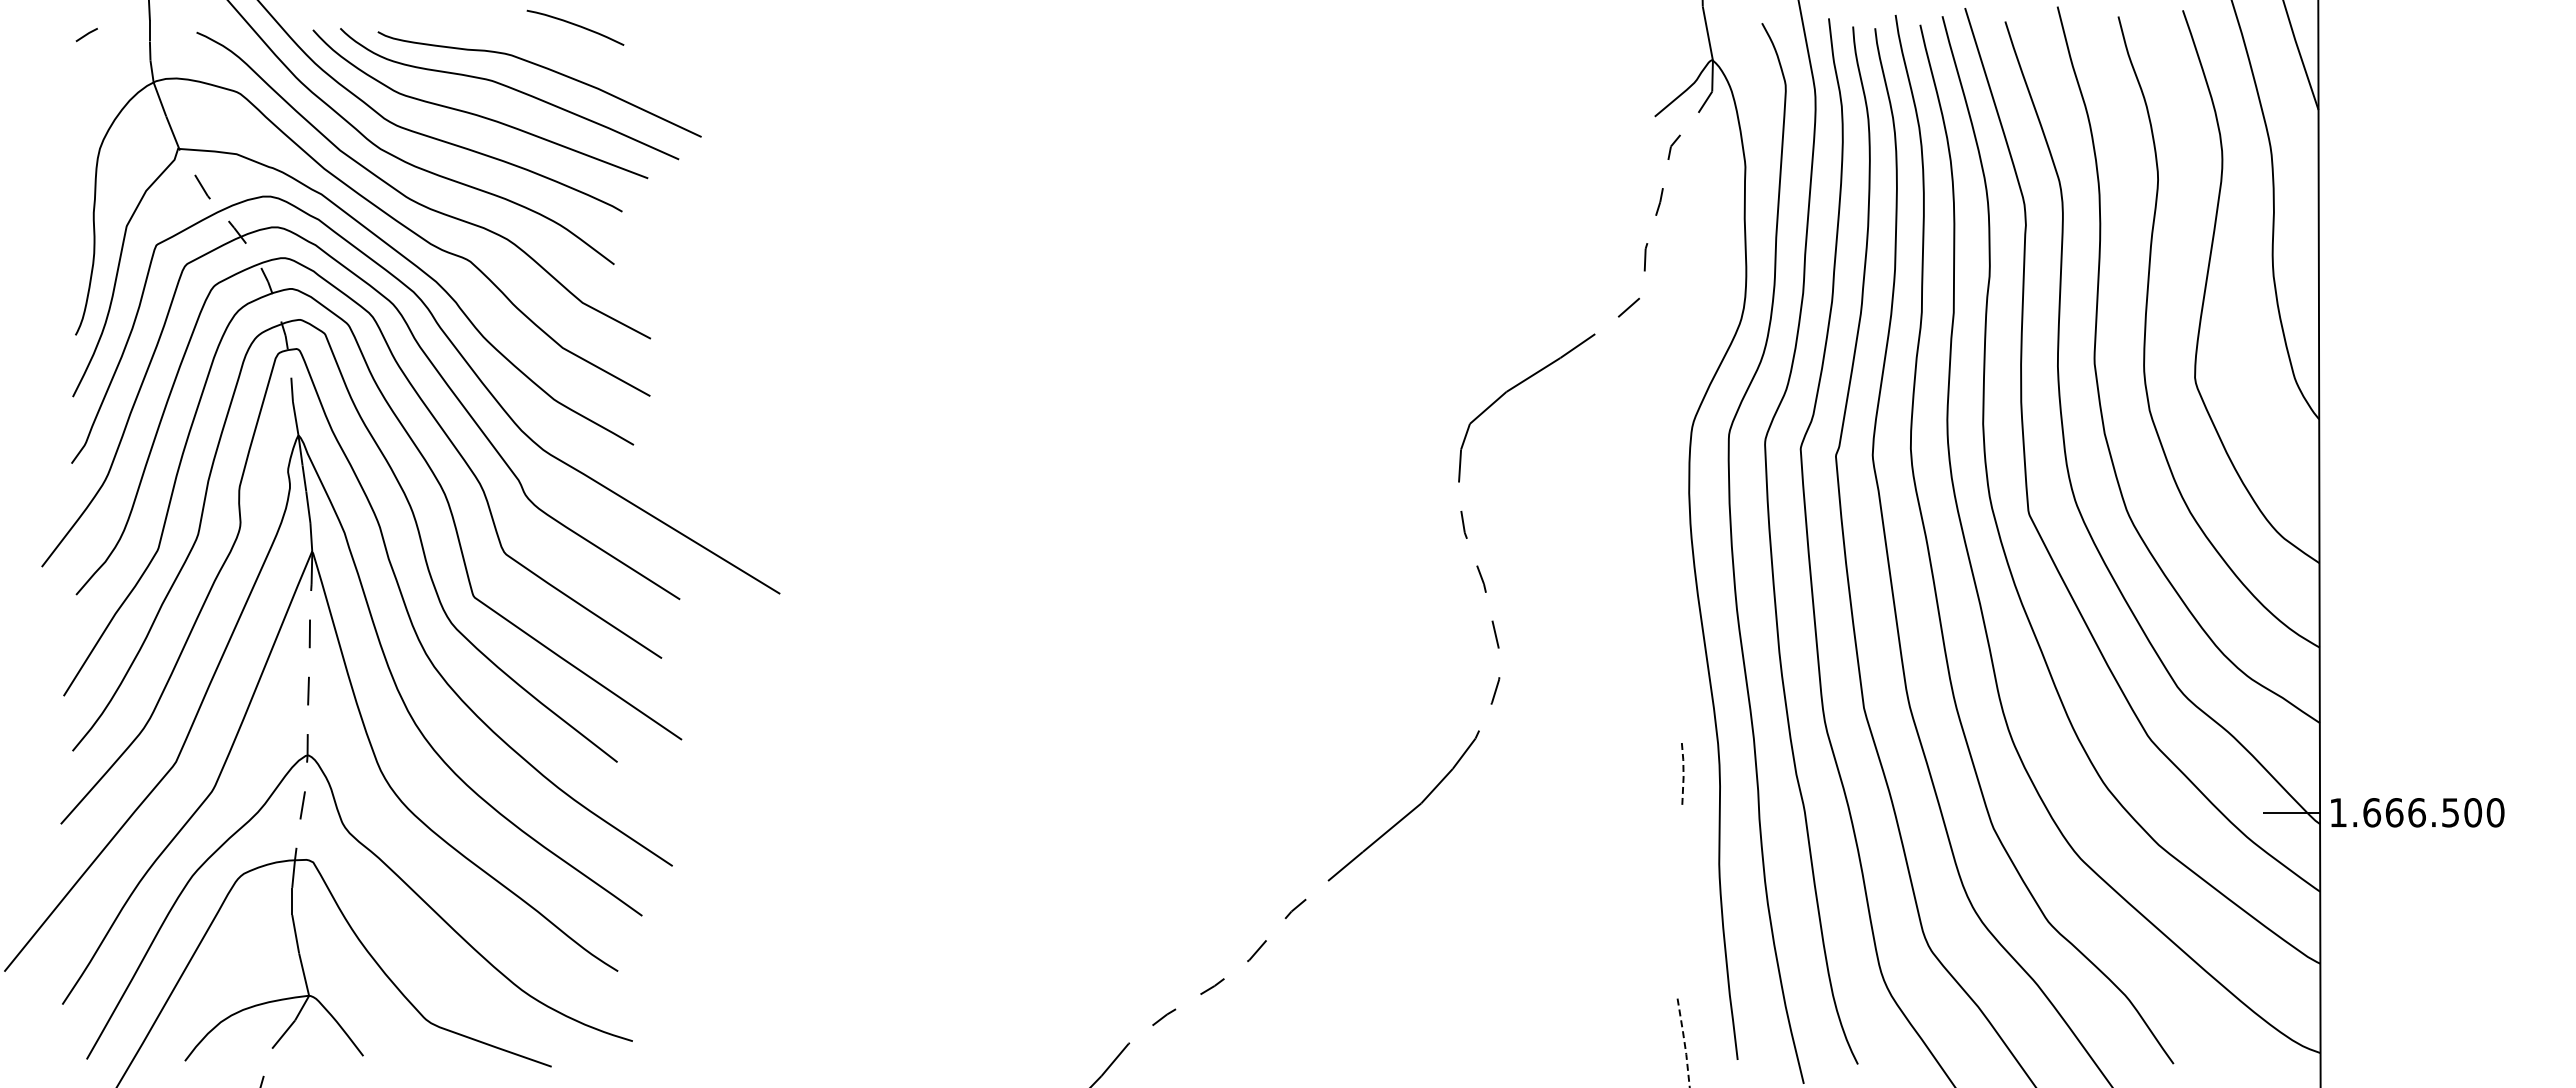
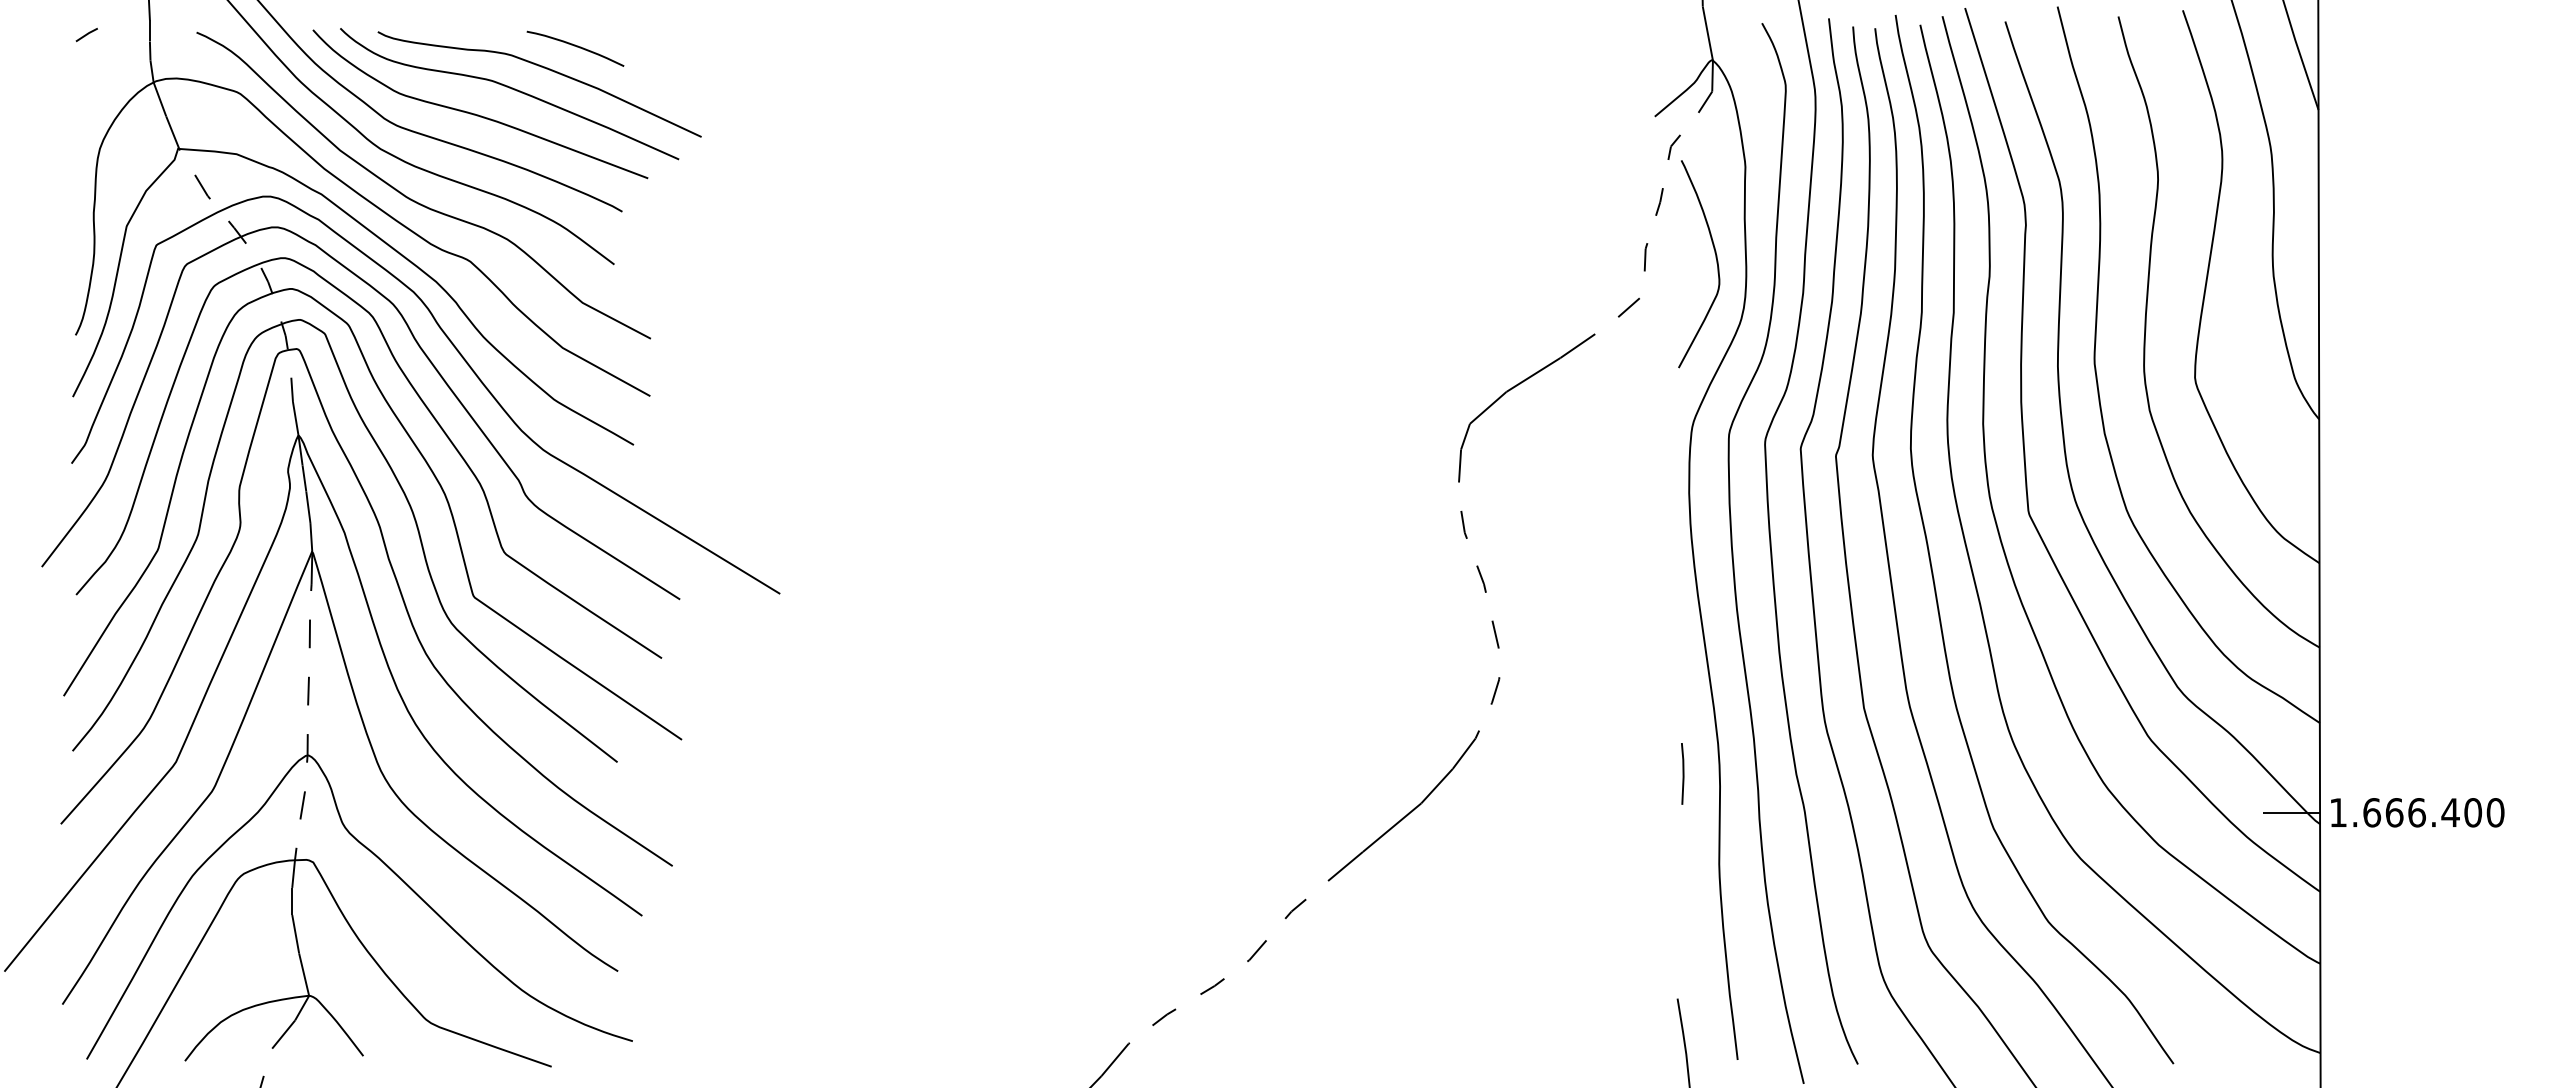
curve at (576, 26) position: (576, 26) -> (576, 47)
curve at (1716, 263): none -> present
line at (1683, 774): dashed -> solid
text at (2450, 812): 1.666.500 -> 1.666.400
line at (1684, 1043): dashed -> solid
